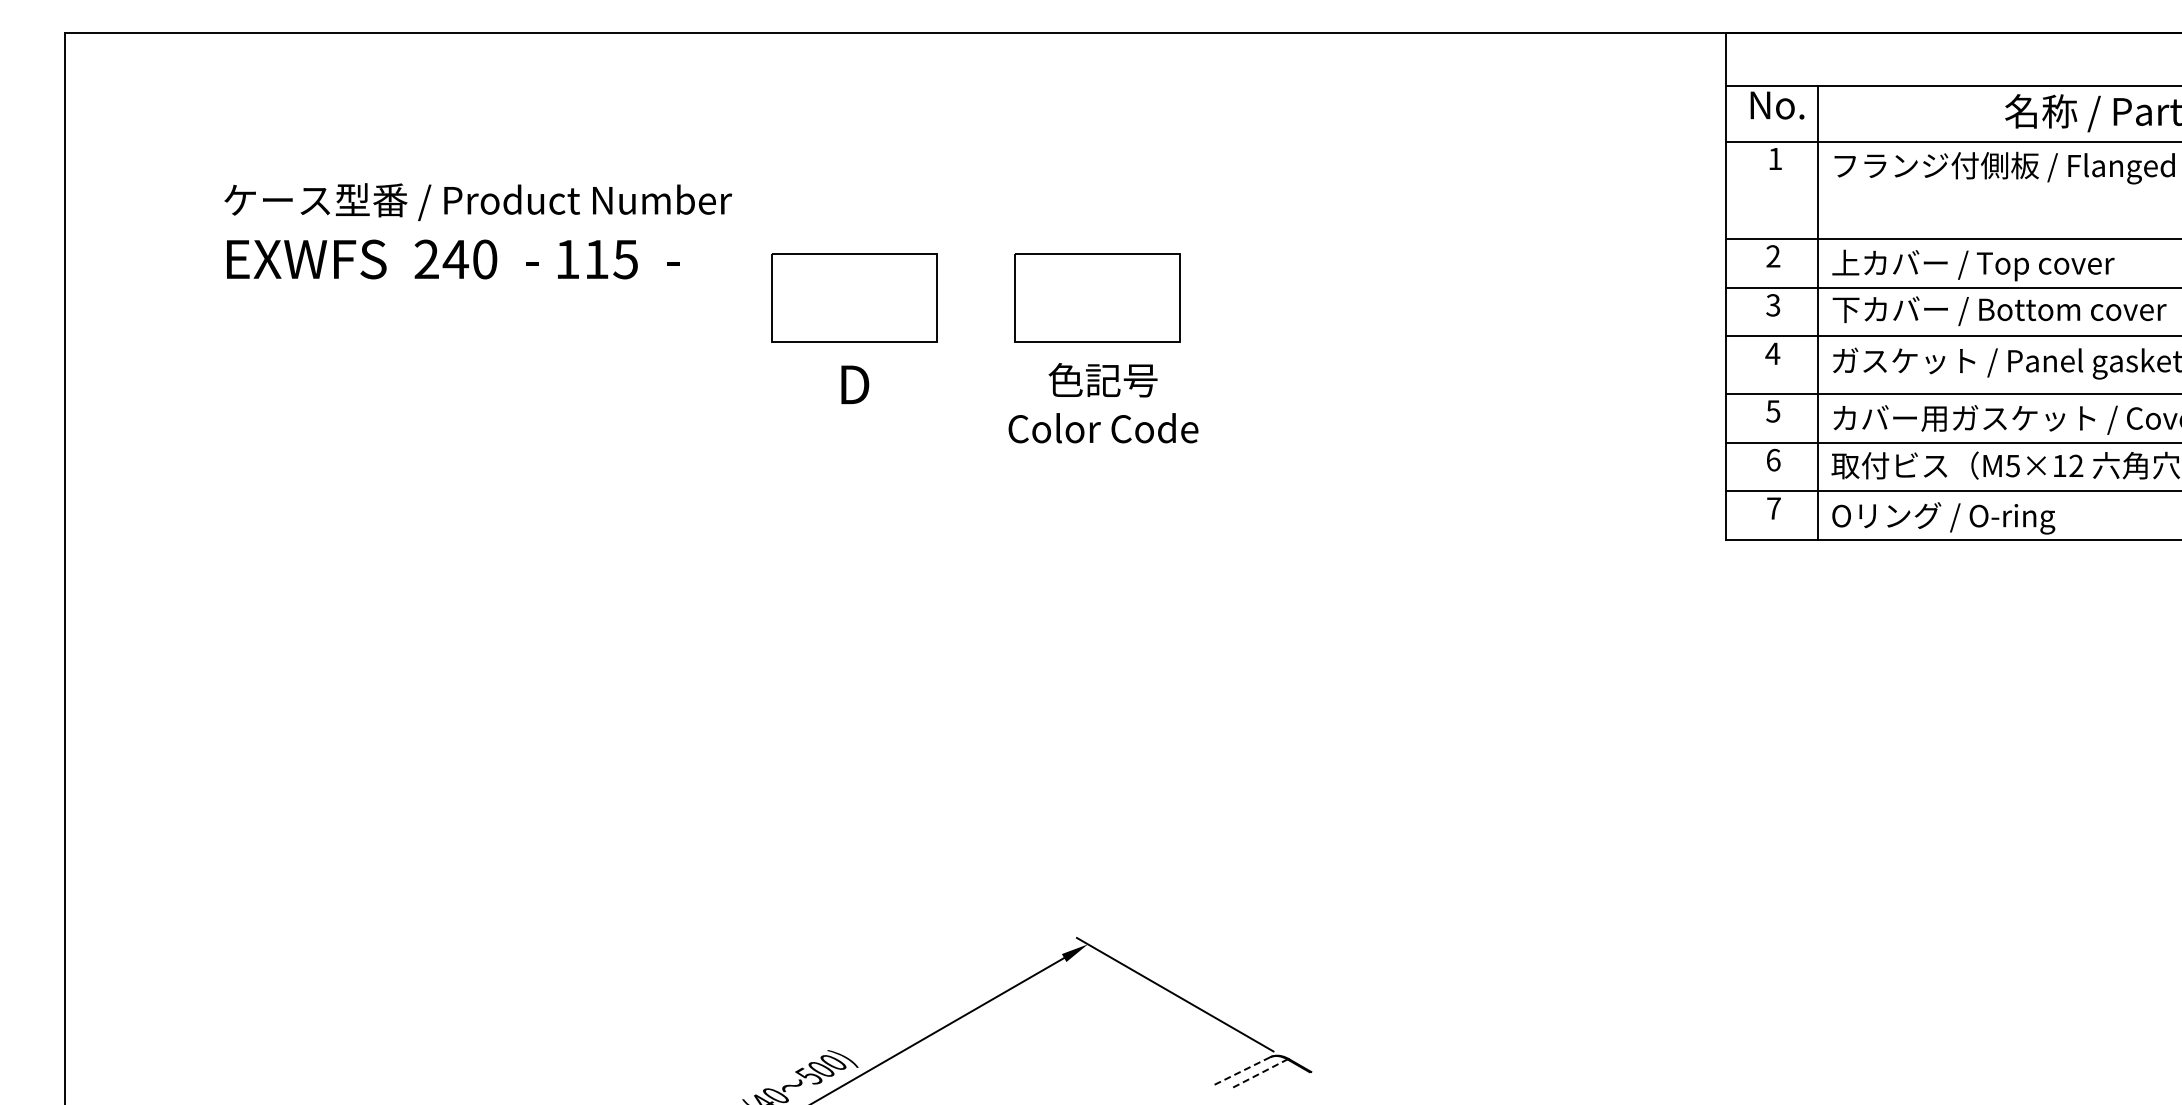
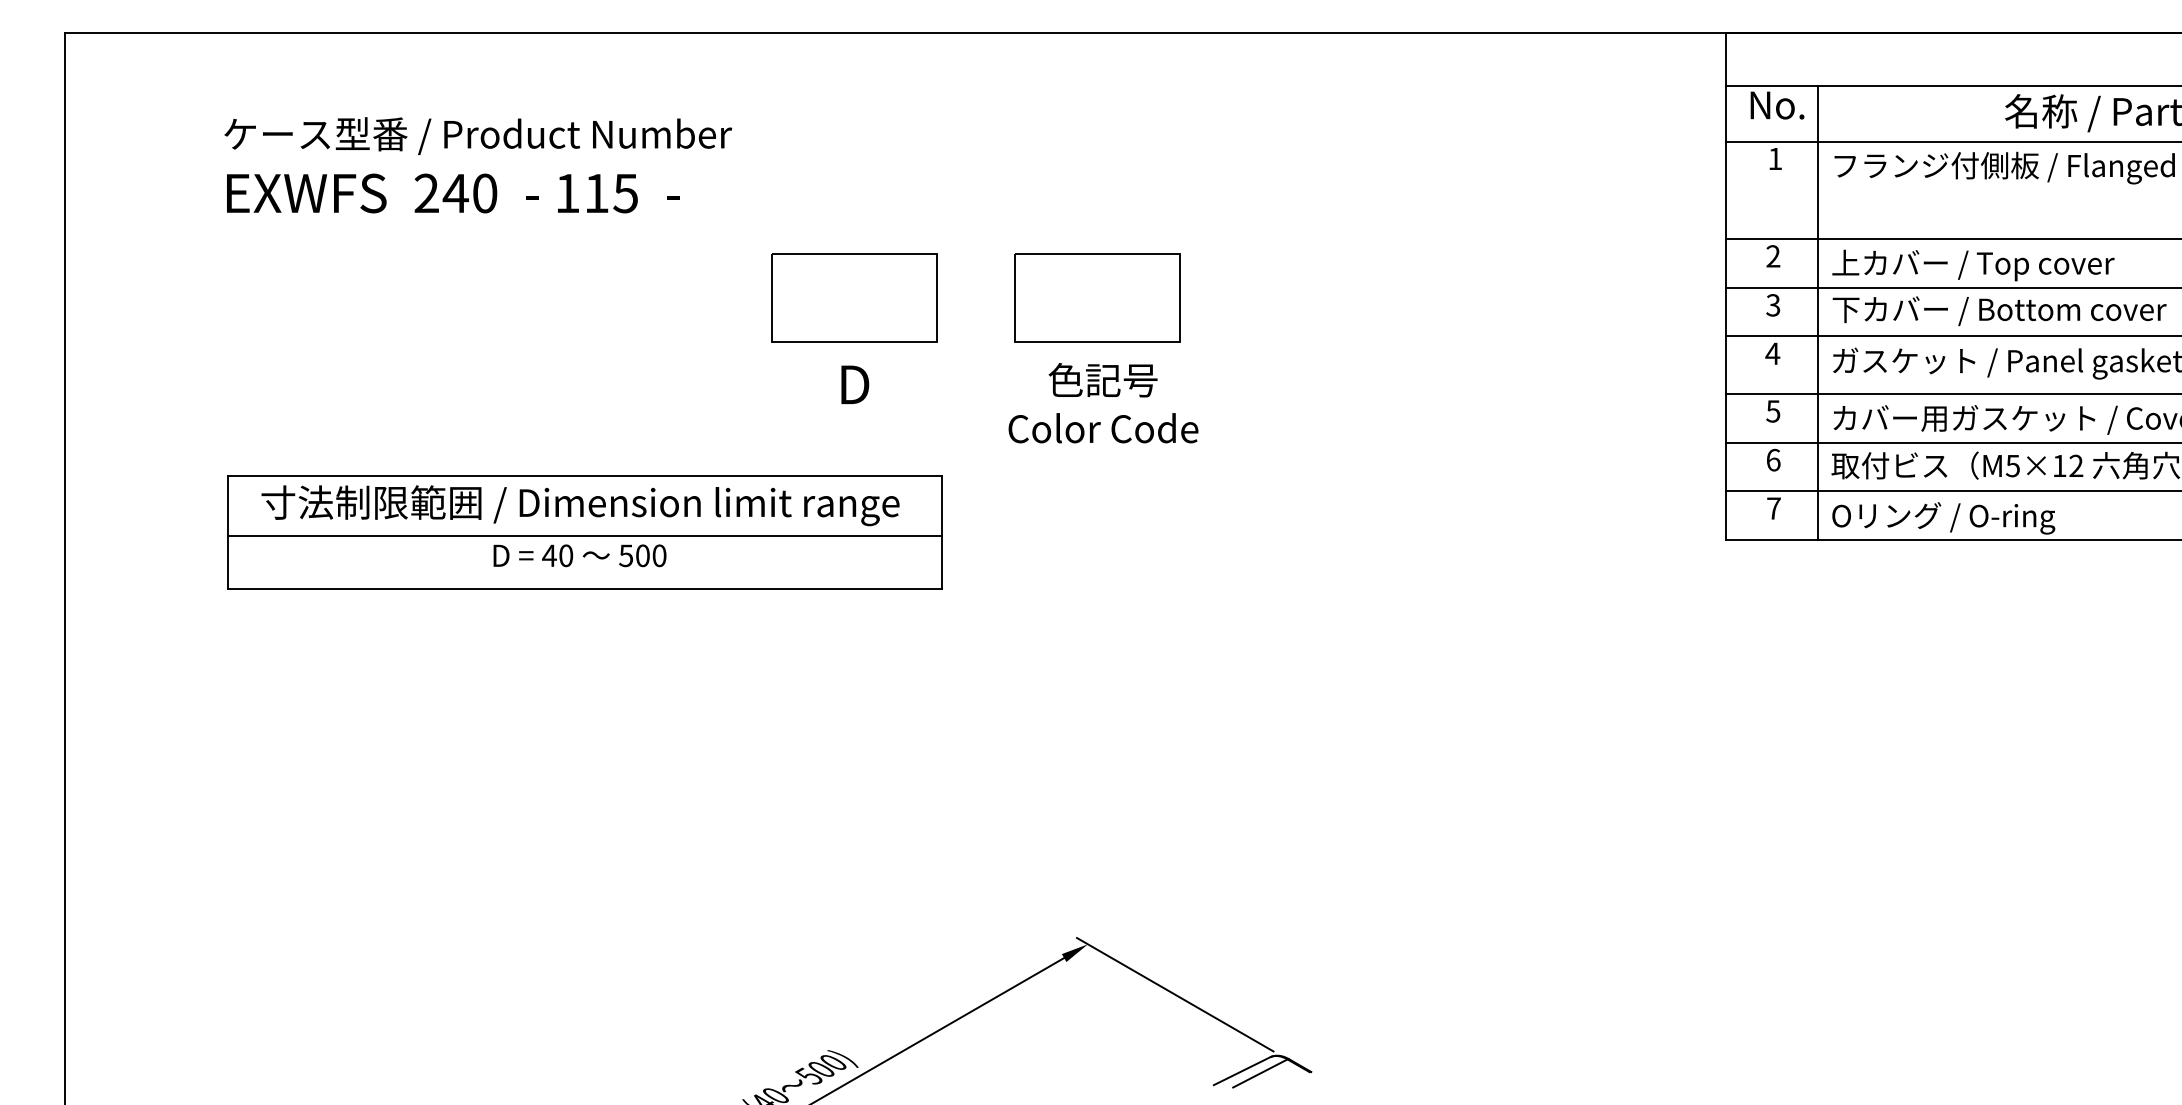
text at (478, 231) position: (478, 231) -> (478, 165)
part at (584, 532): none -> present
line at (1241, 1071): dashed -> solid
line at (1260, 1073): dashed -> solid
